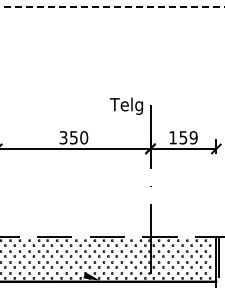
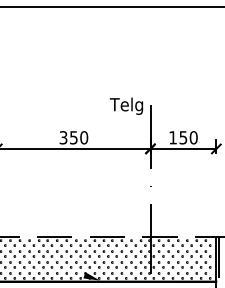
line at (112, 7): dashed -> solid
text at (193, 137): 159 -> 150
